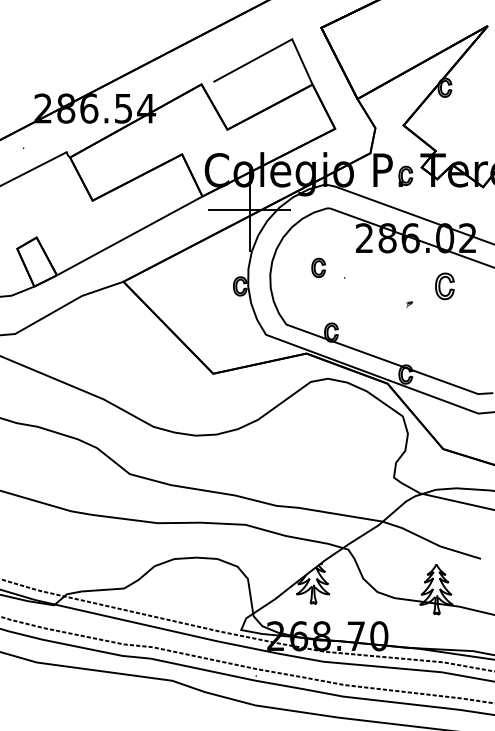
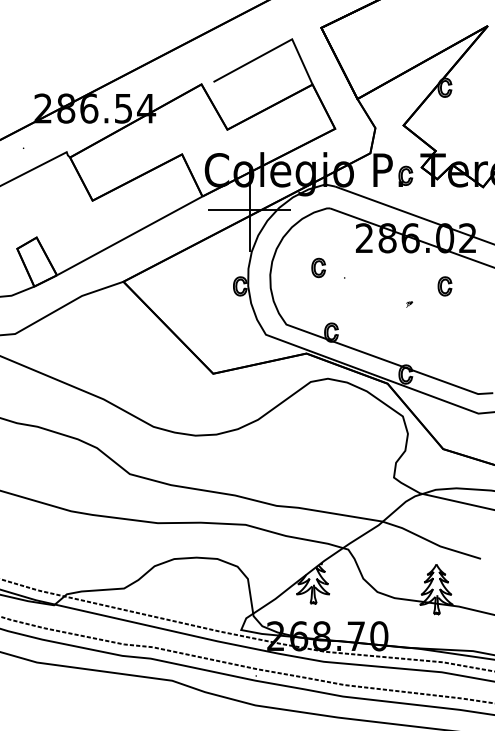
part at (444, 286) size: 20x29 px -> 16x21 px
